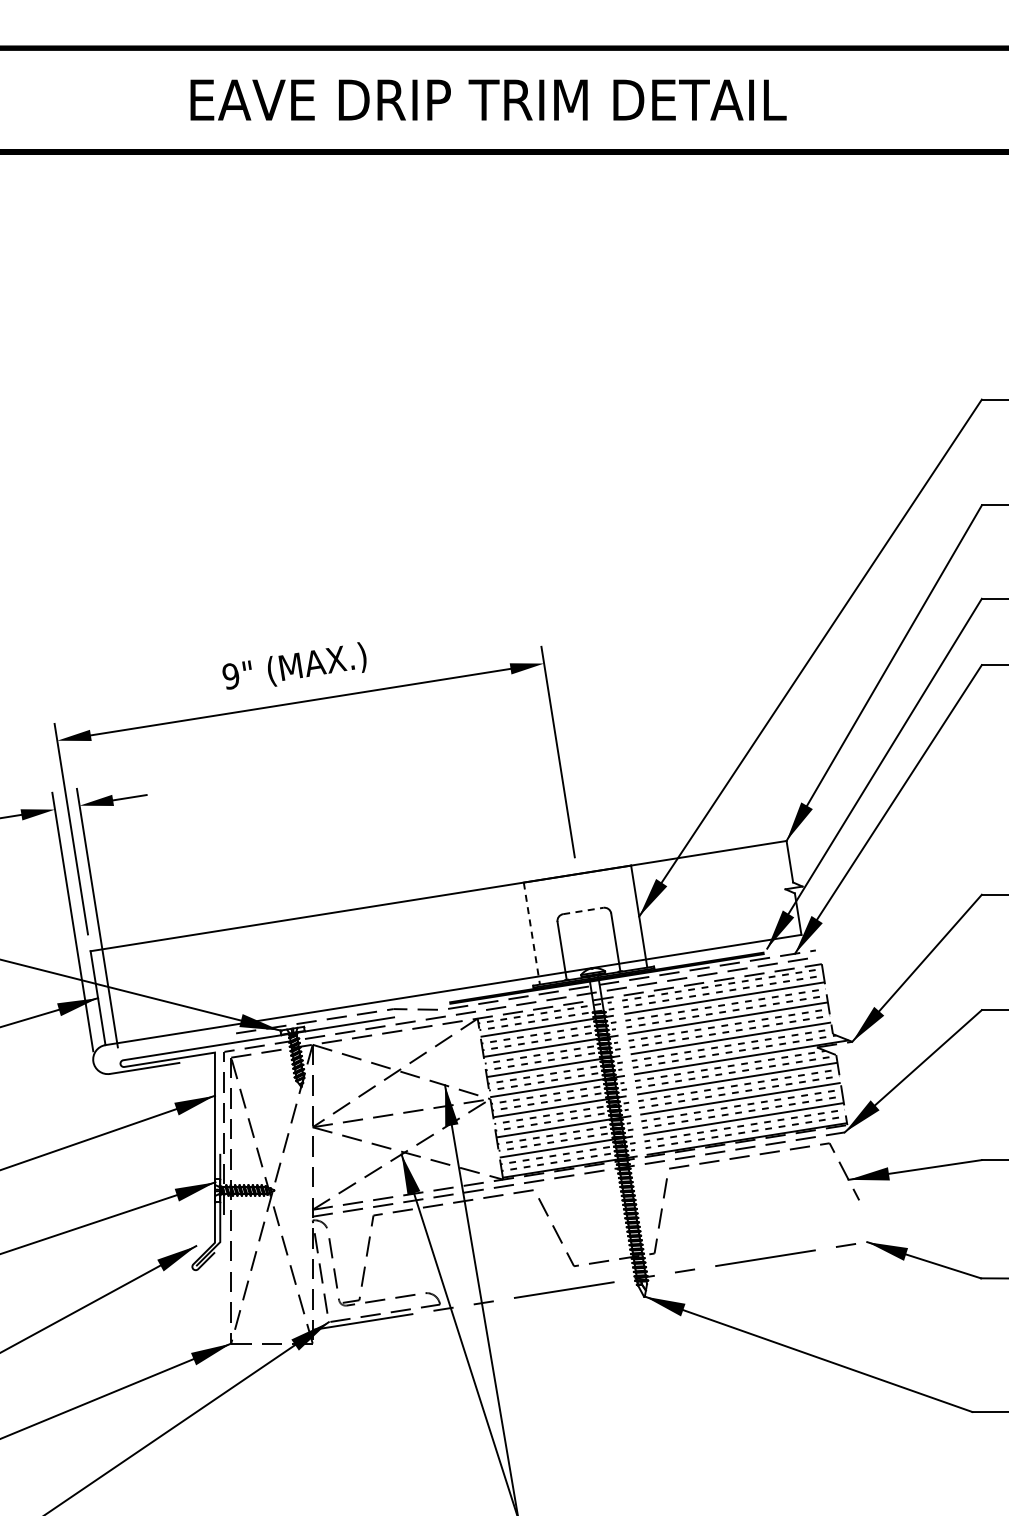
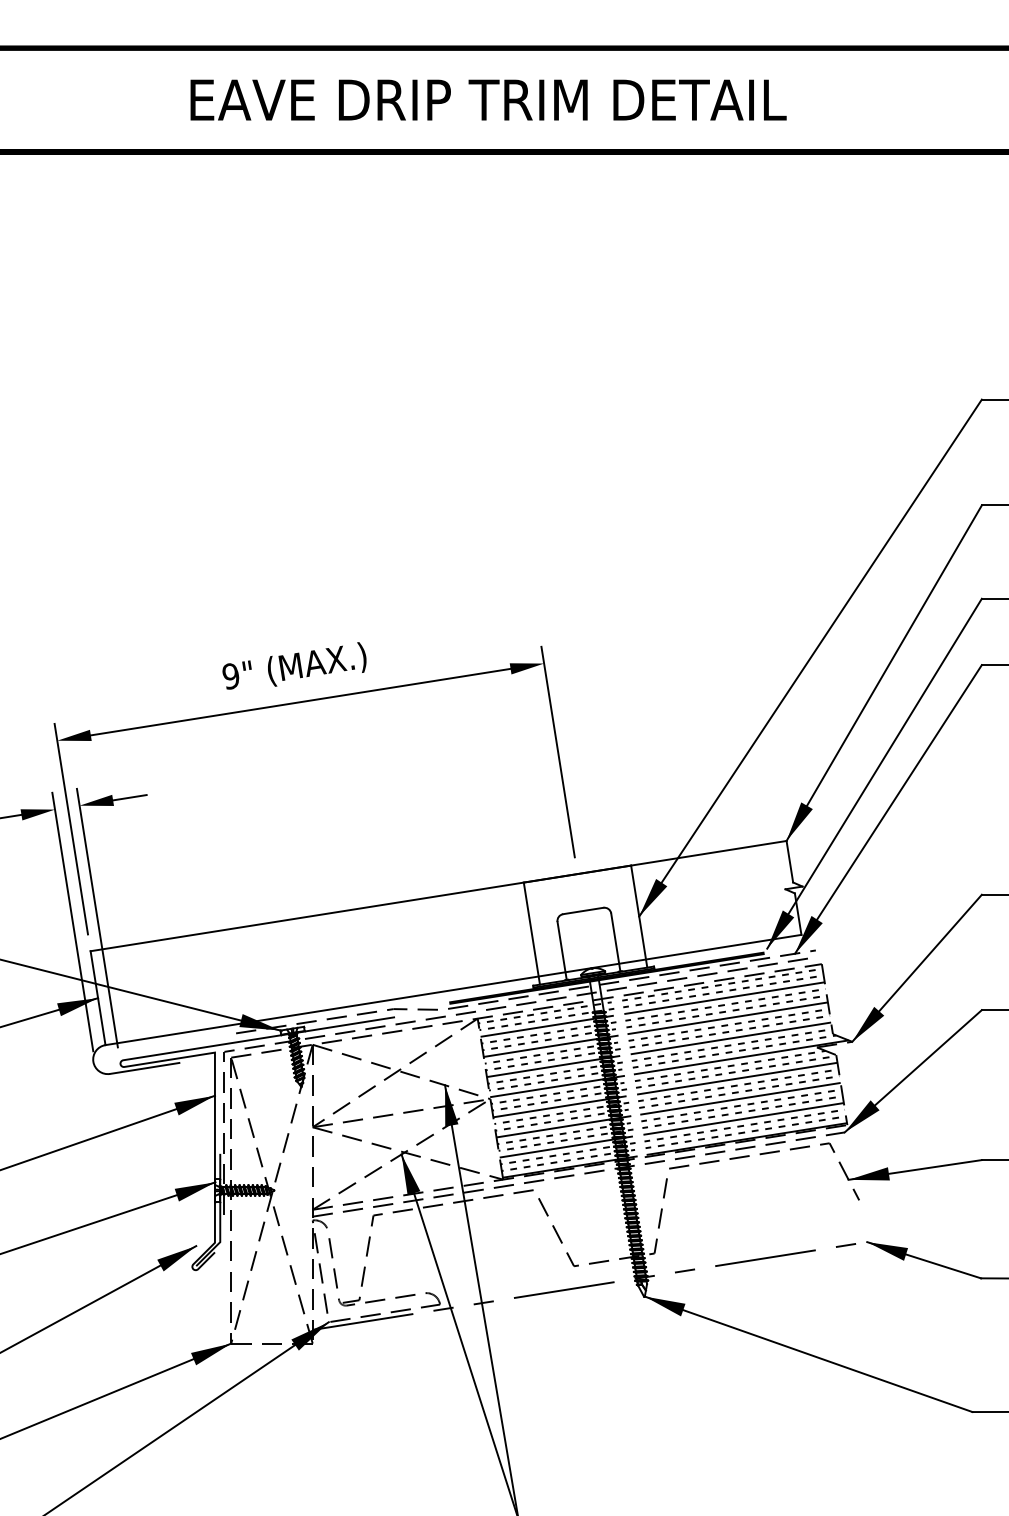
line at (583, 910): dashed -> solid
line at (531, 933): dashed -> solid
